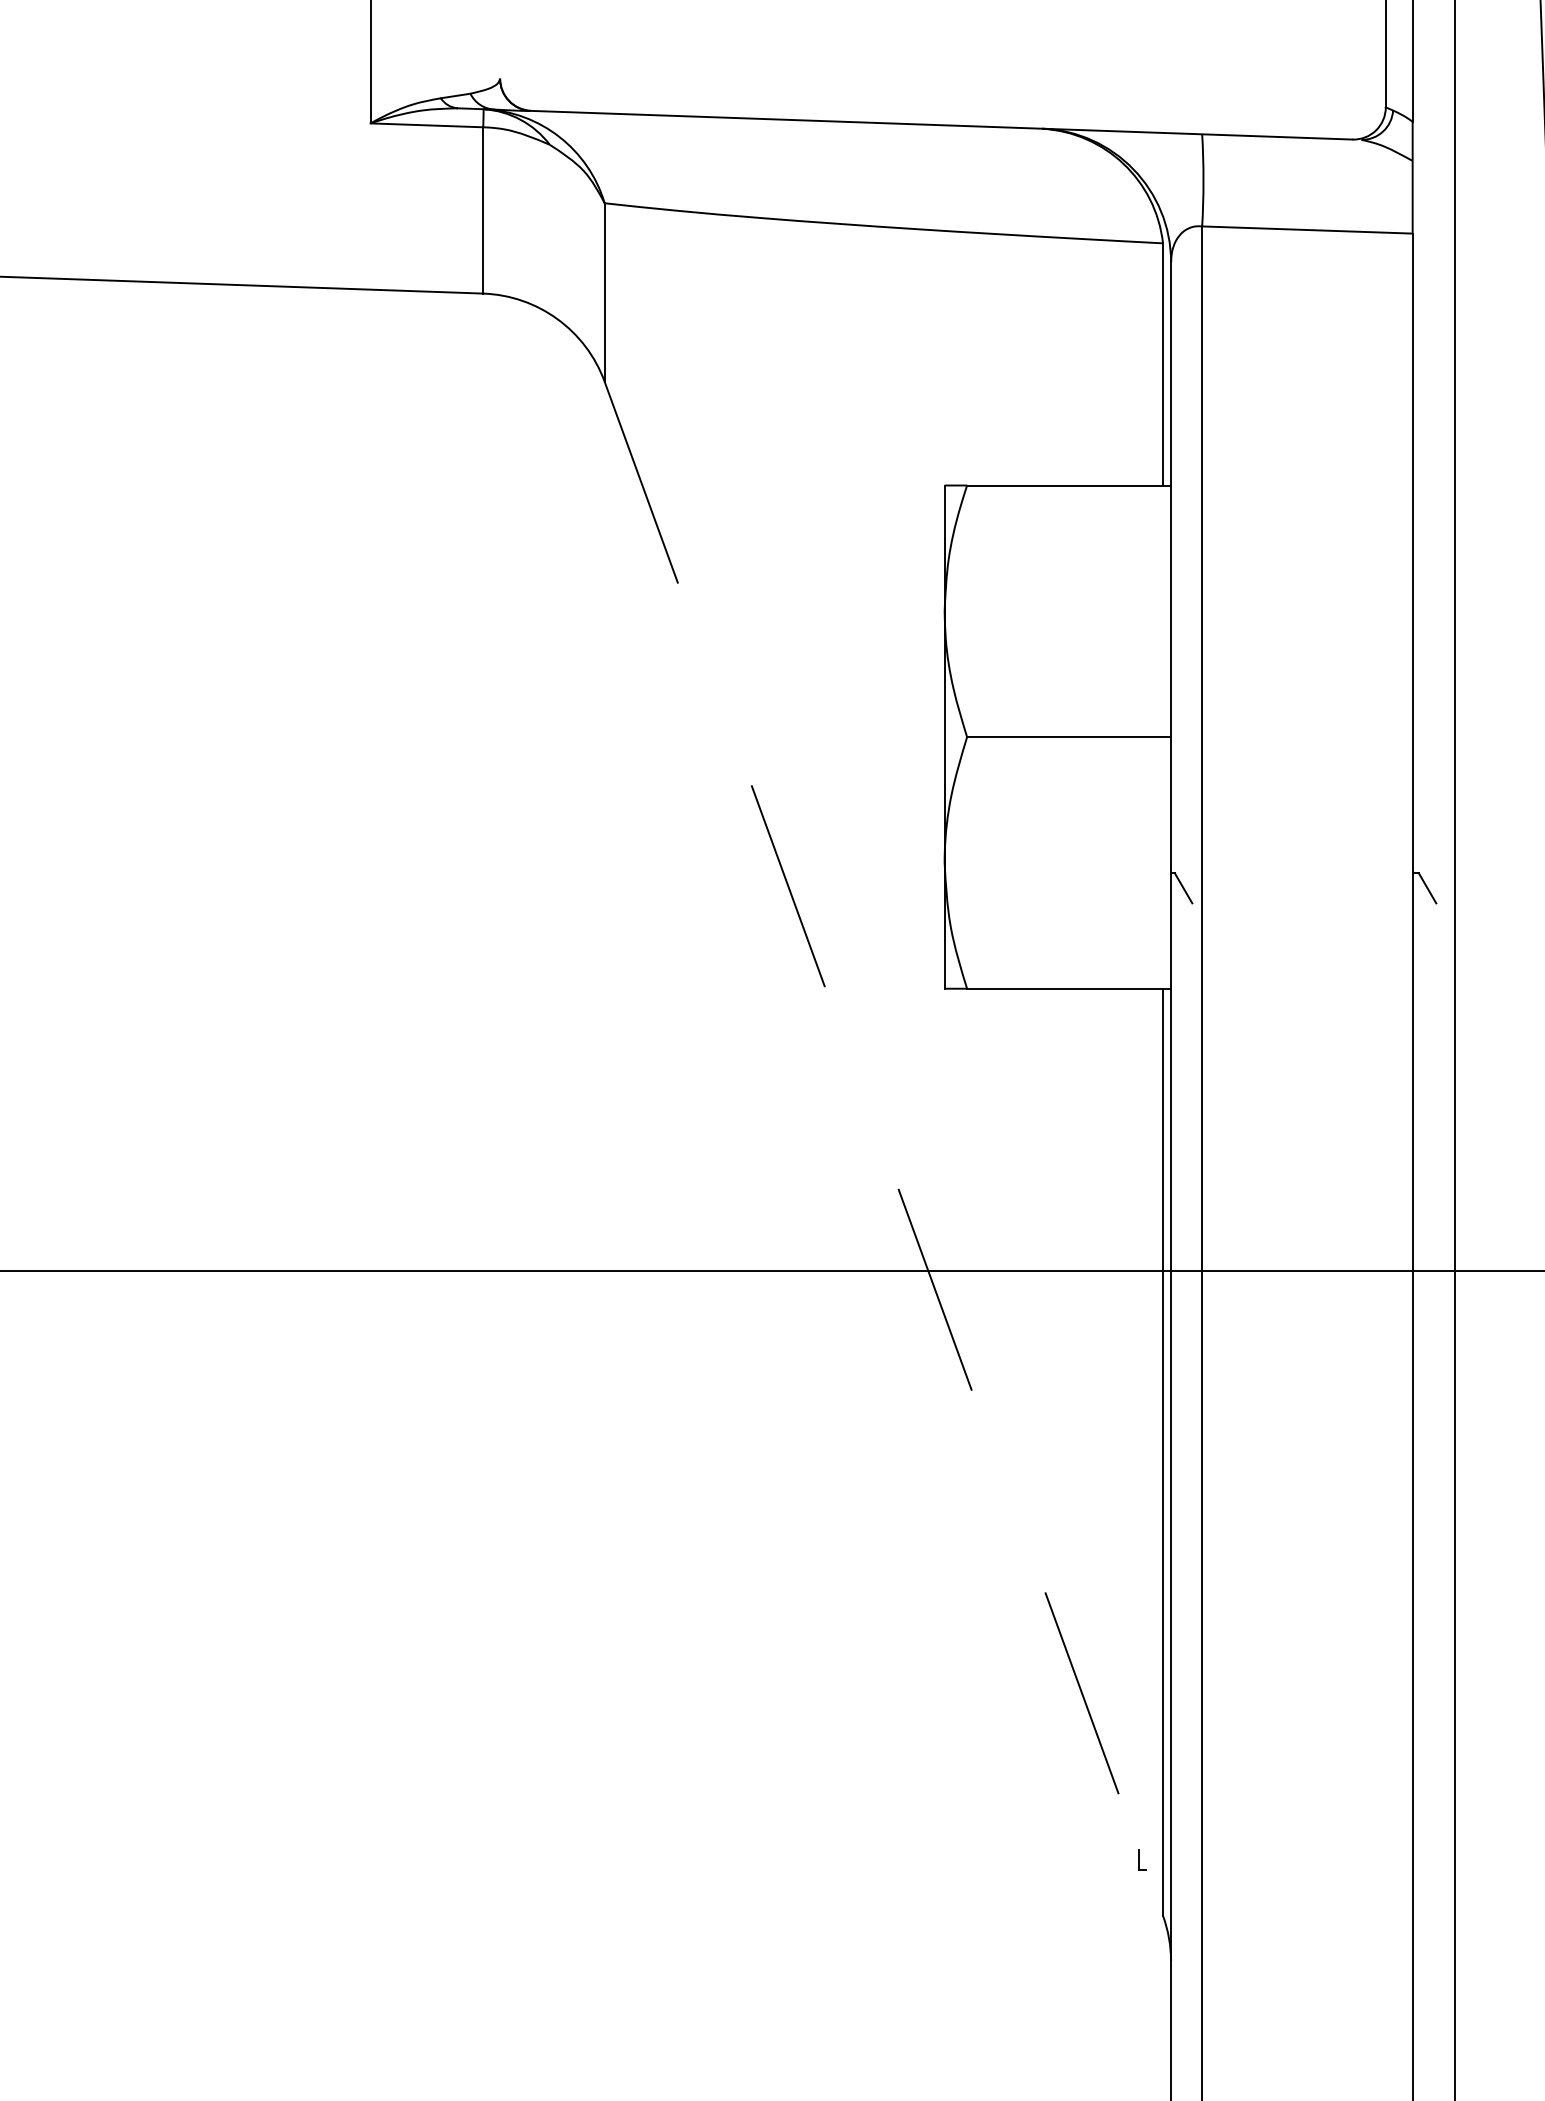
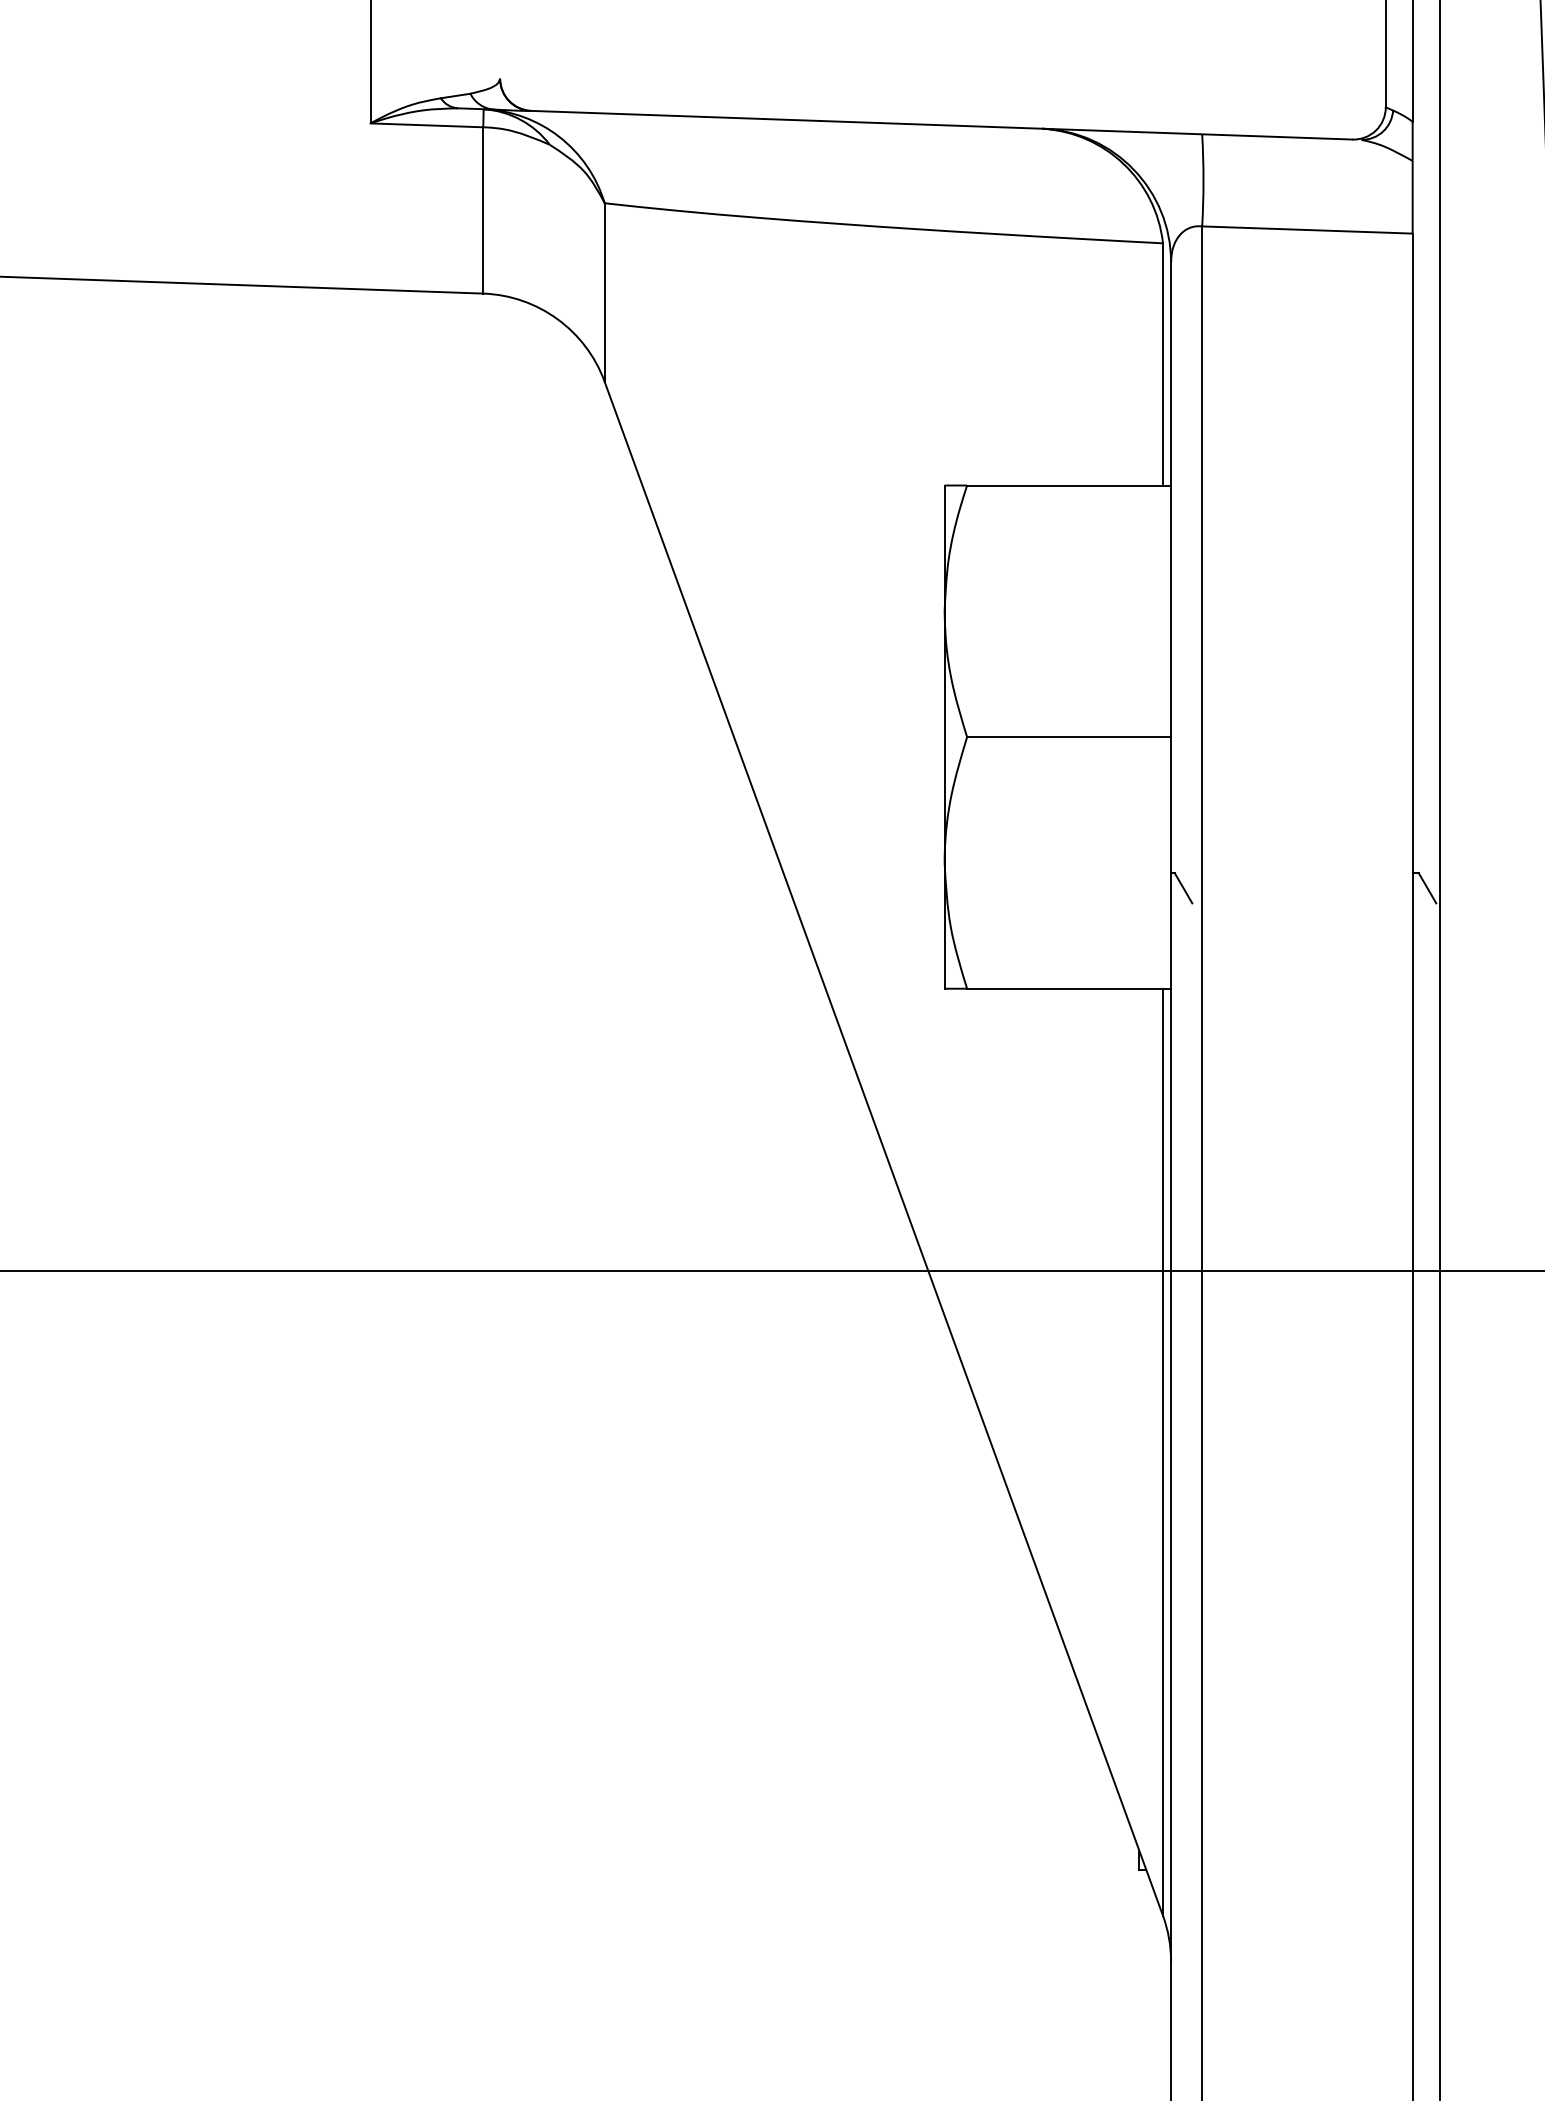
line at (1454, 1049) position: (1454, 1049) -> (1439, 1049)
line at (884, 1149): dashed -> solid
